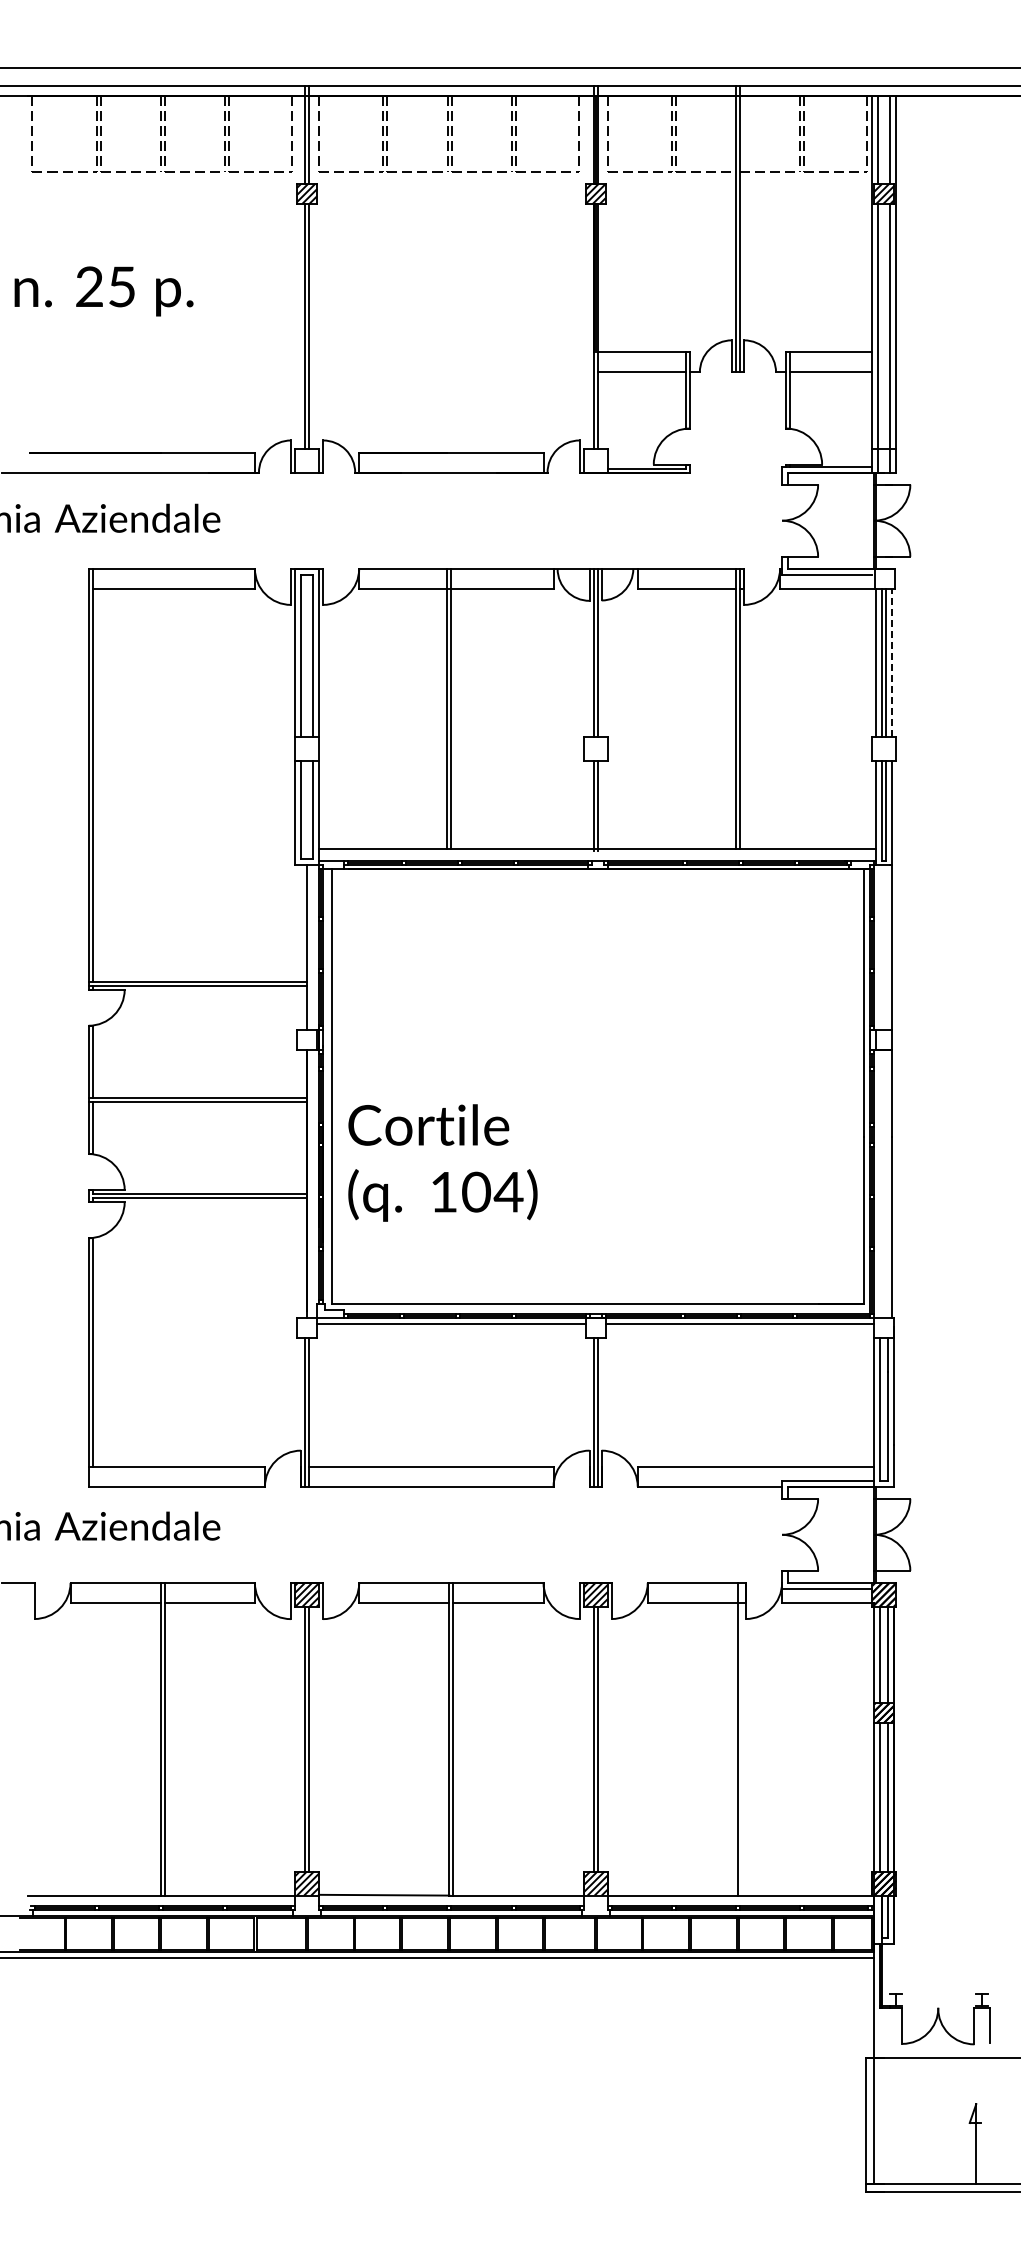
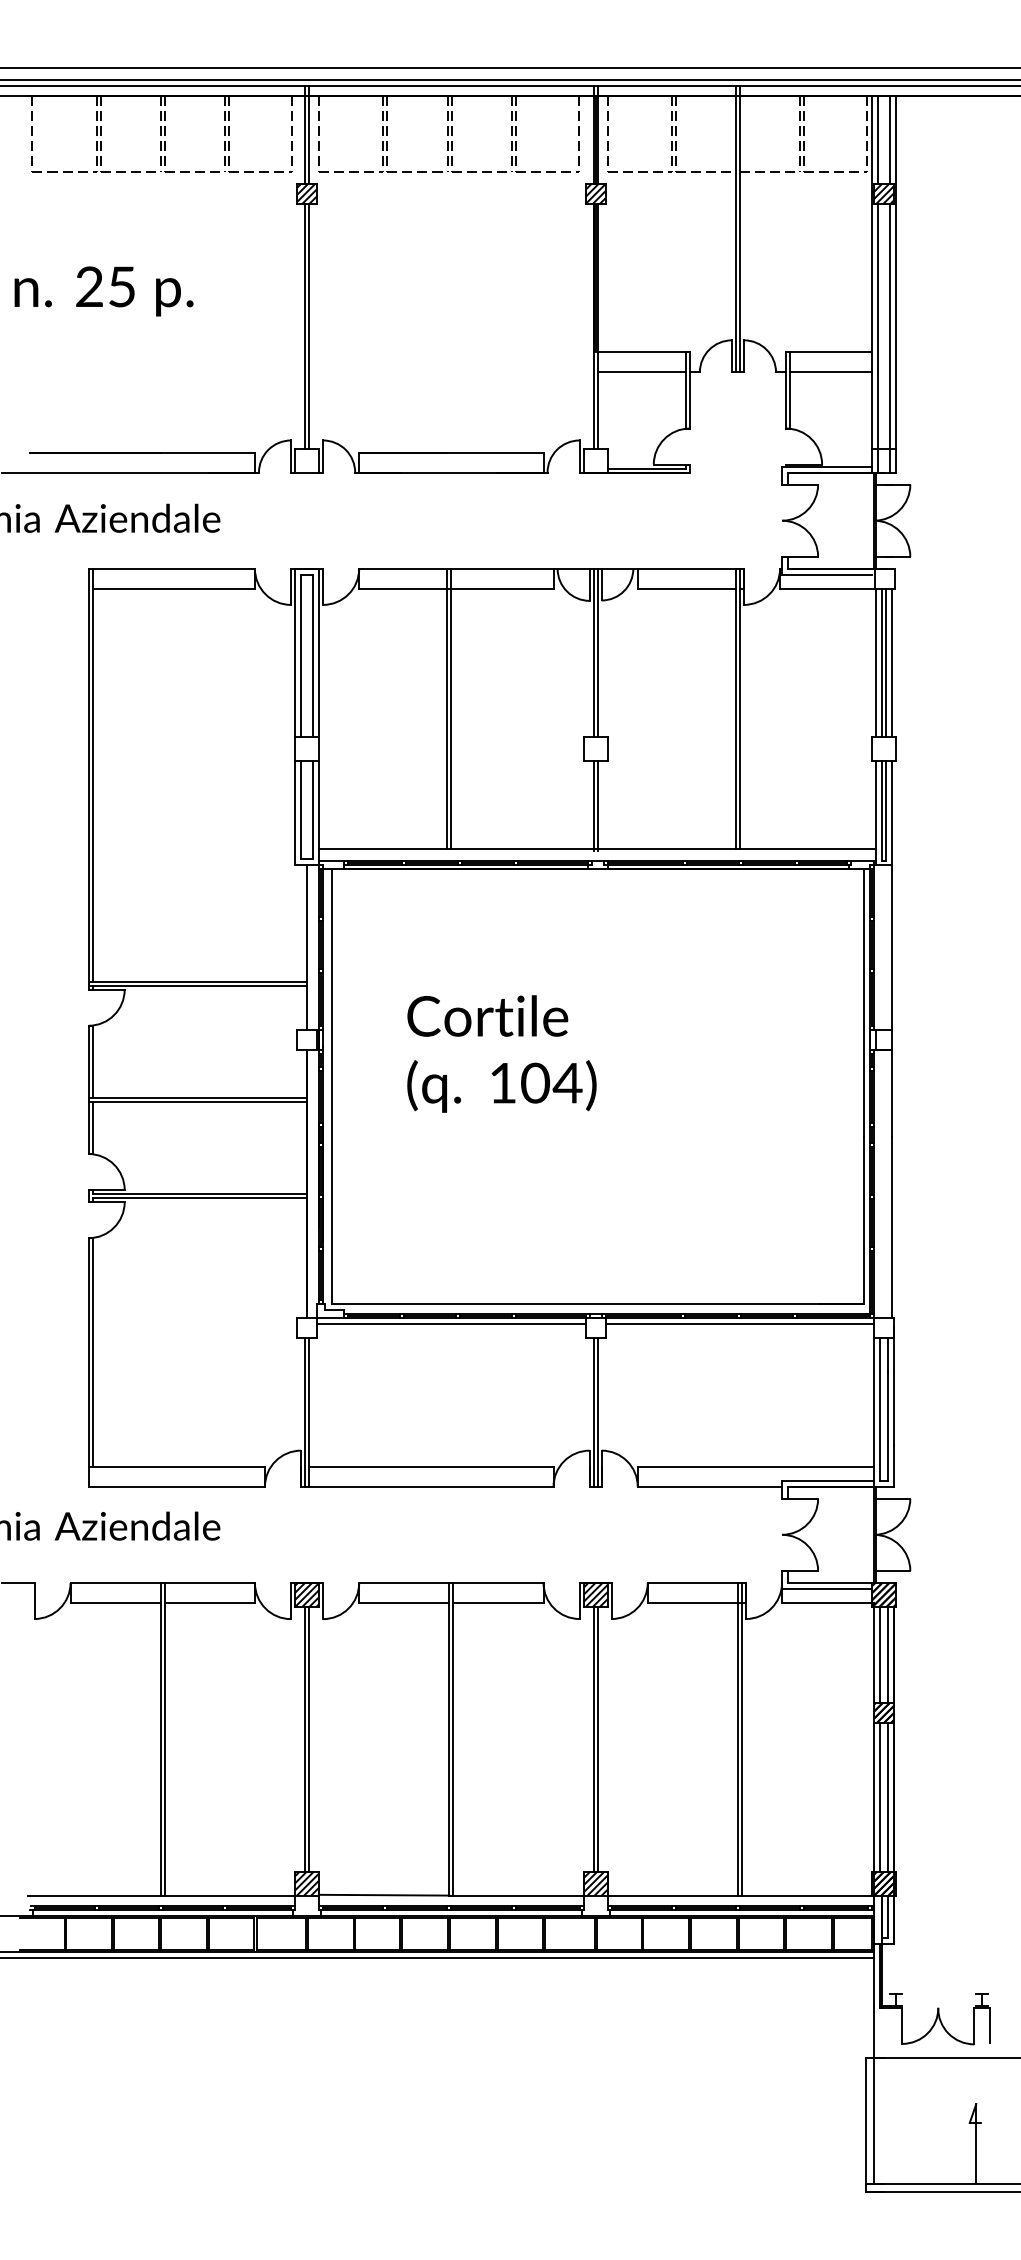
line at (509, 79): none -> present
line at (892, 662): dashed -> solid
text at (442, 1162) position: (442, 1162) -> (501, 1053)
line at (741, 1738): none -> present
